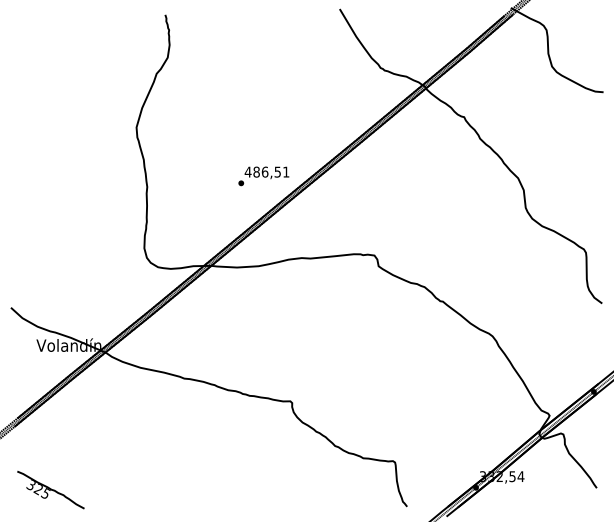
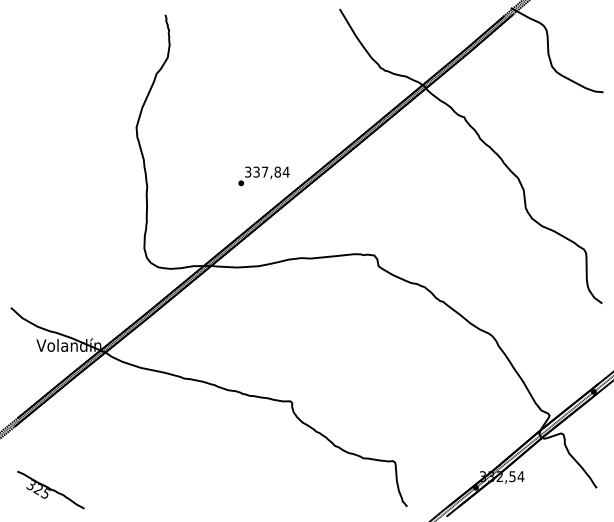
text at (266, 171): 486,51 -> 337,84
